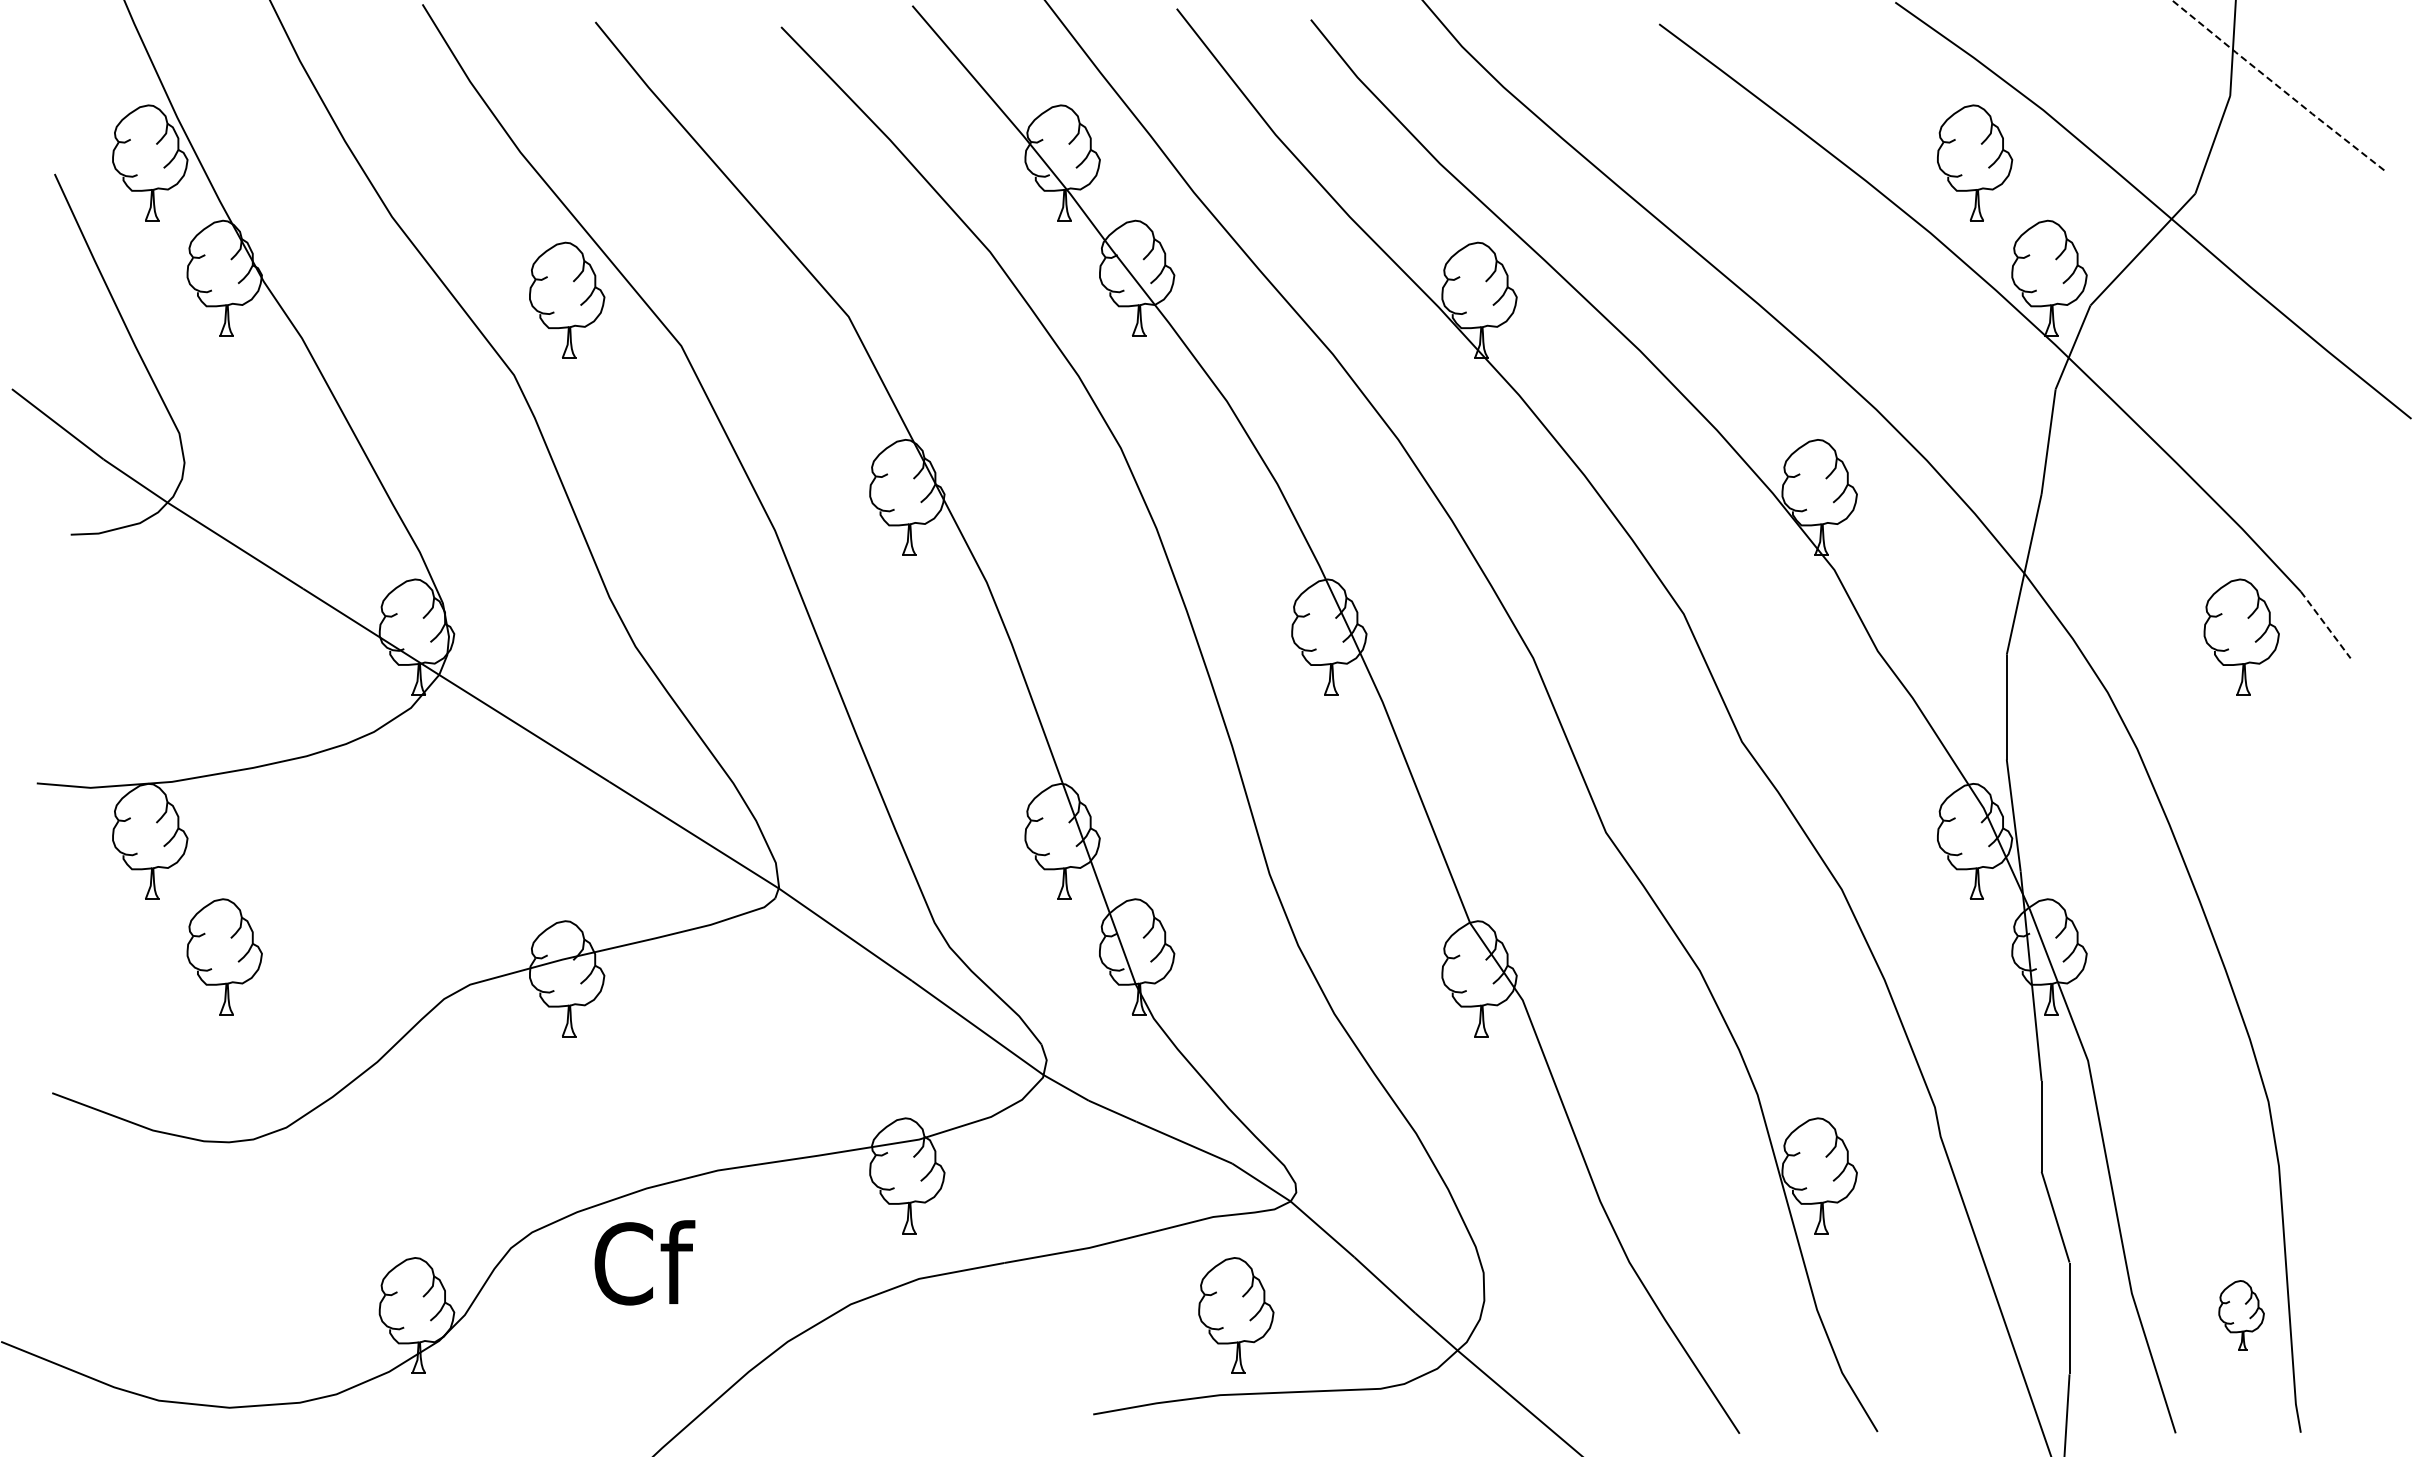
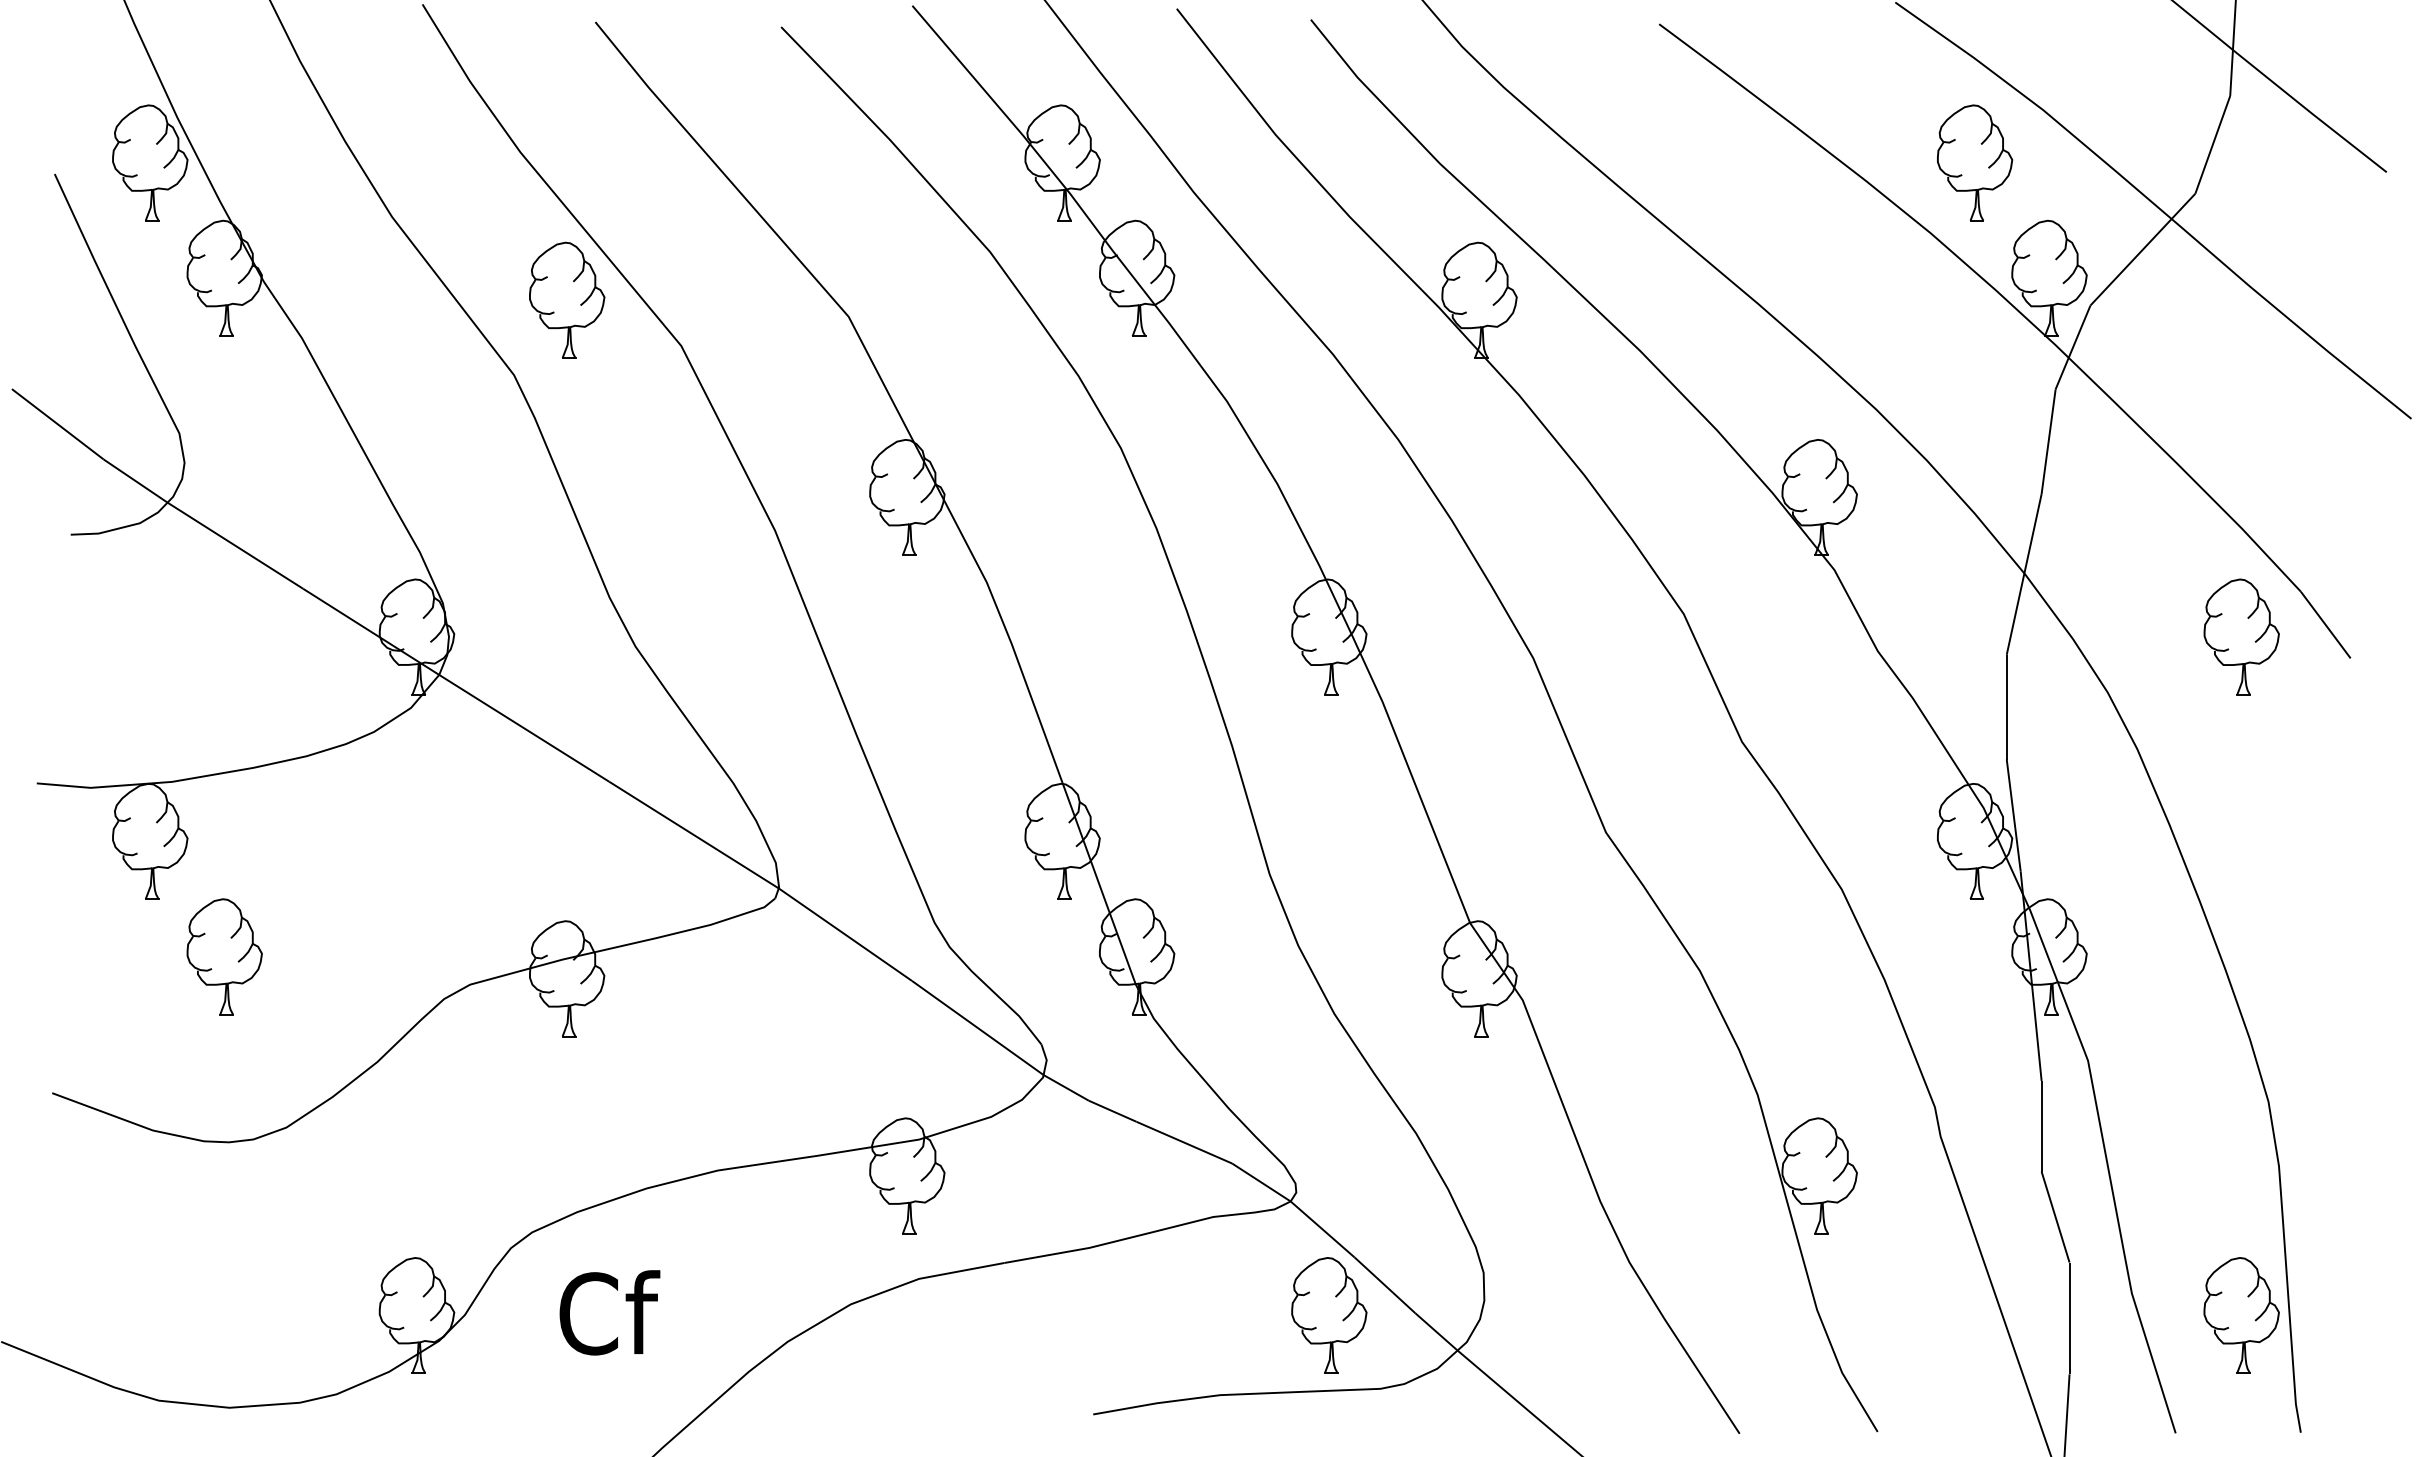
line at (2279, 87): dashed -> solid
line at (2325, 625): dashed -> solid
text at (644, 1262) position: (644, 1262) -> (609, 1312)
part at (1236, 1315) position: (1236, 1315) -> (1329, 1315)
part at (2241, 1315) size: 47x71 px -> 77x117 px
